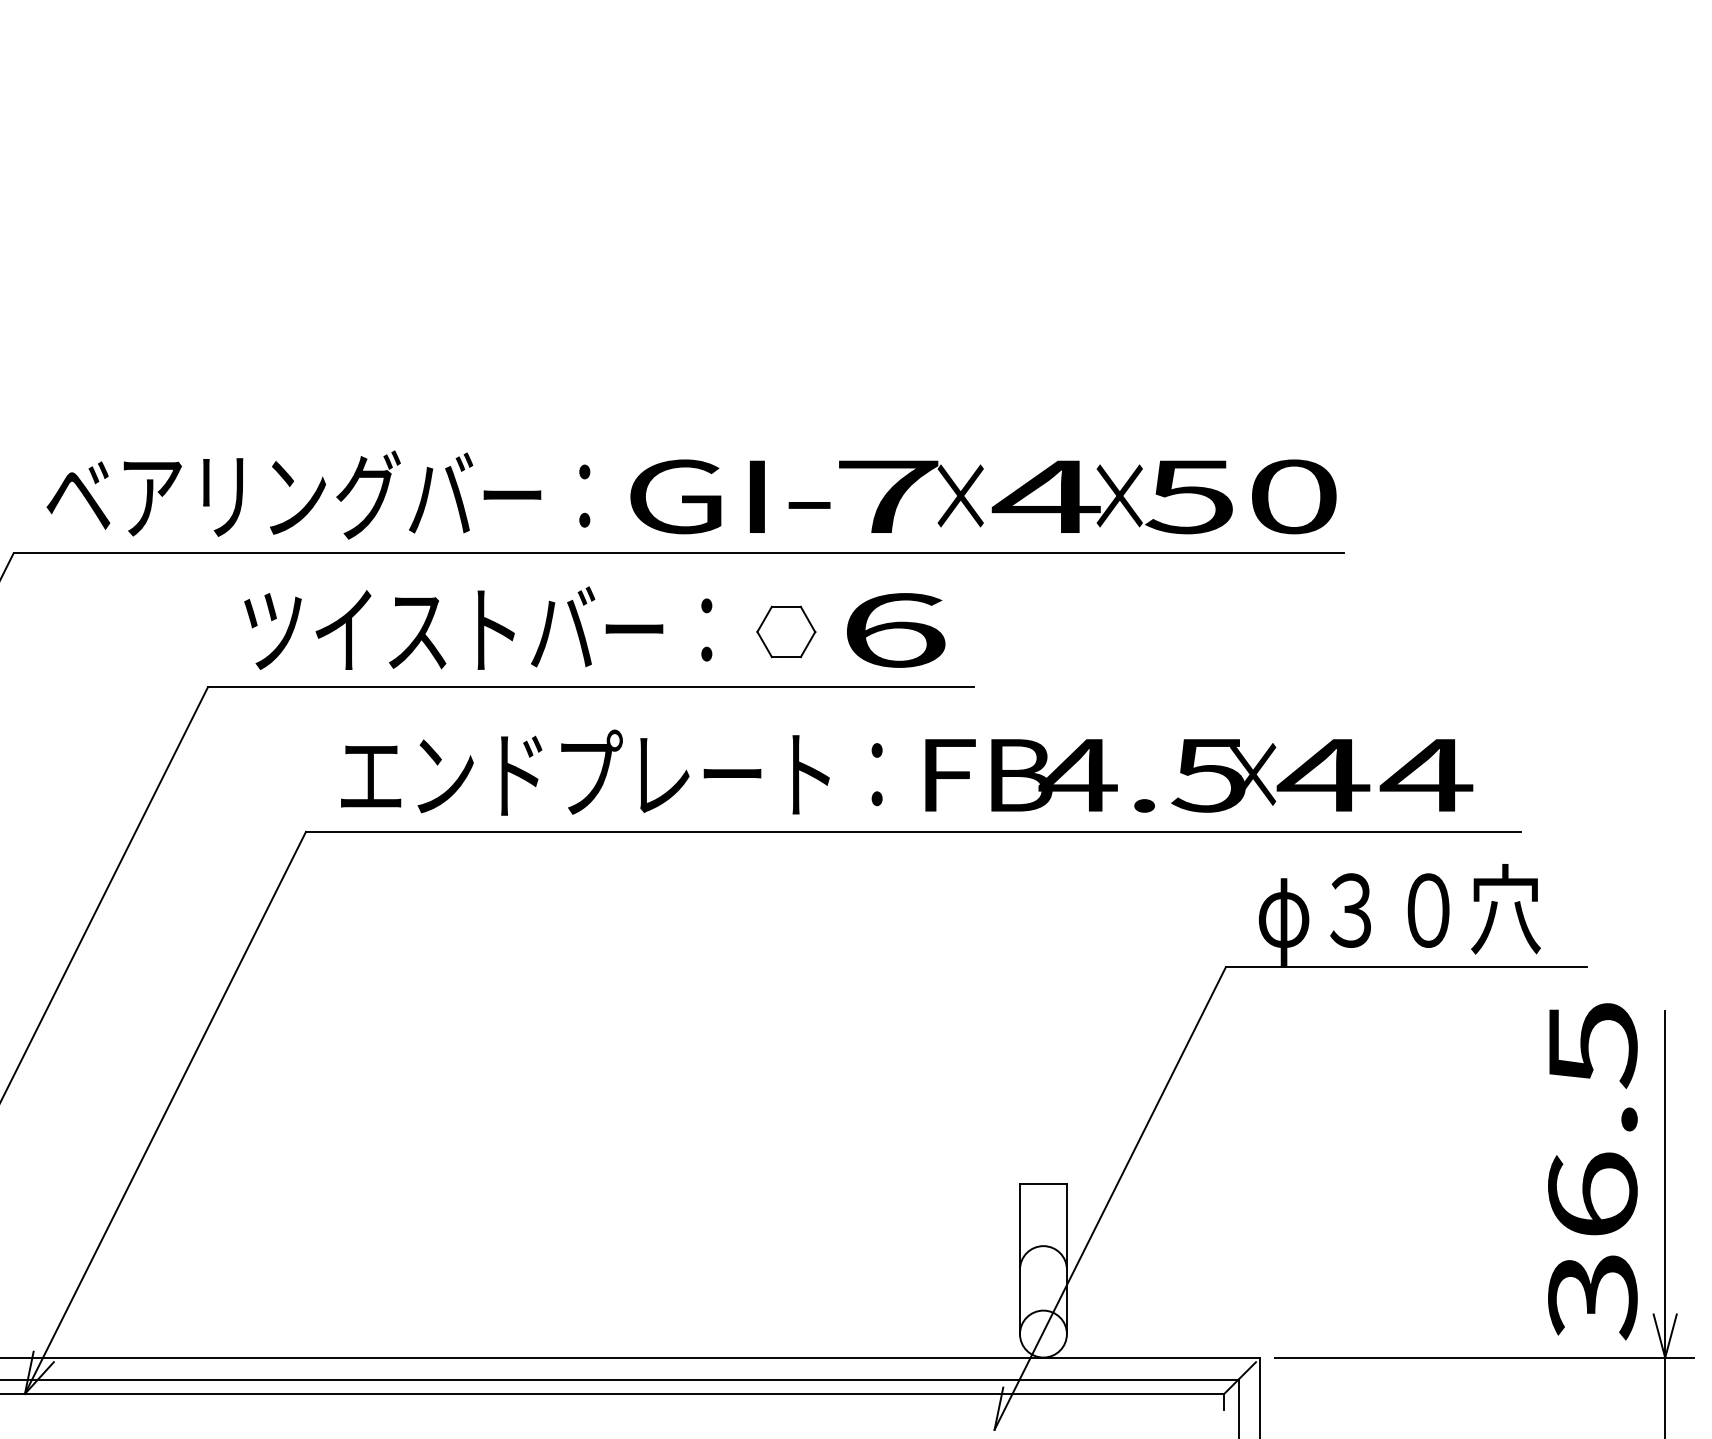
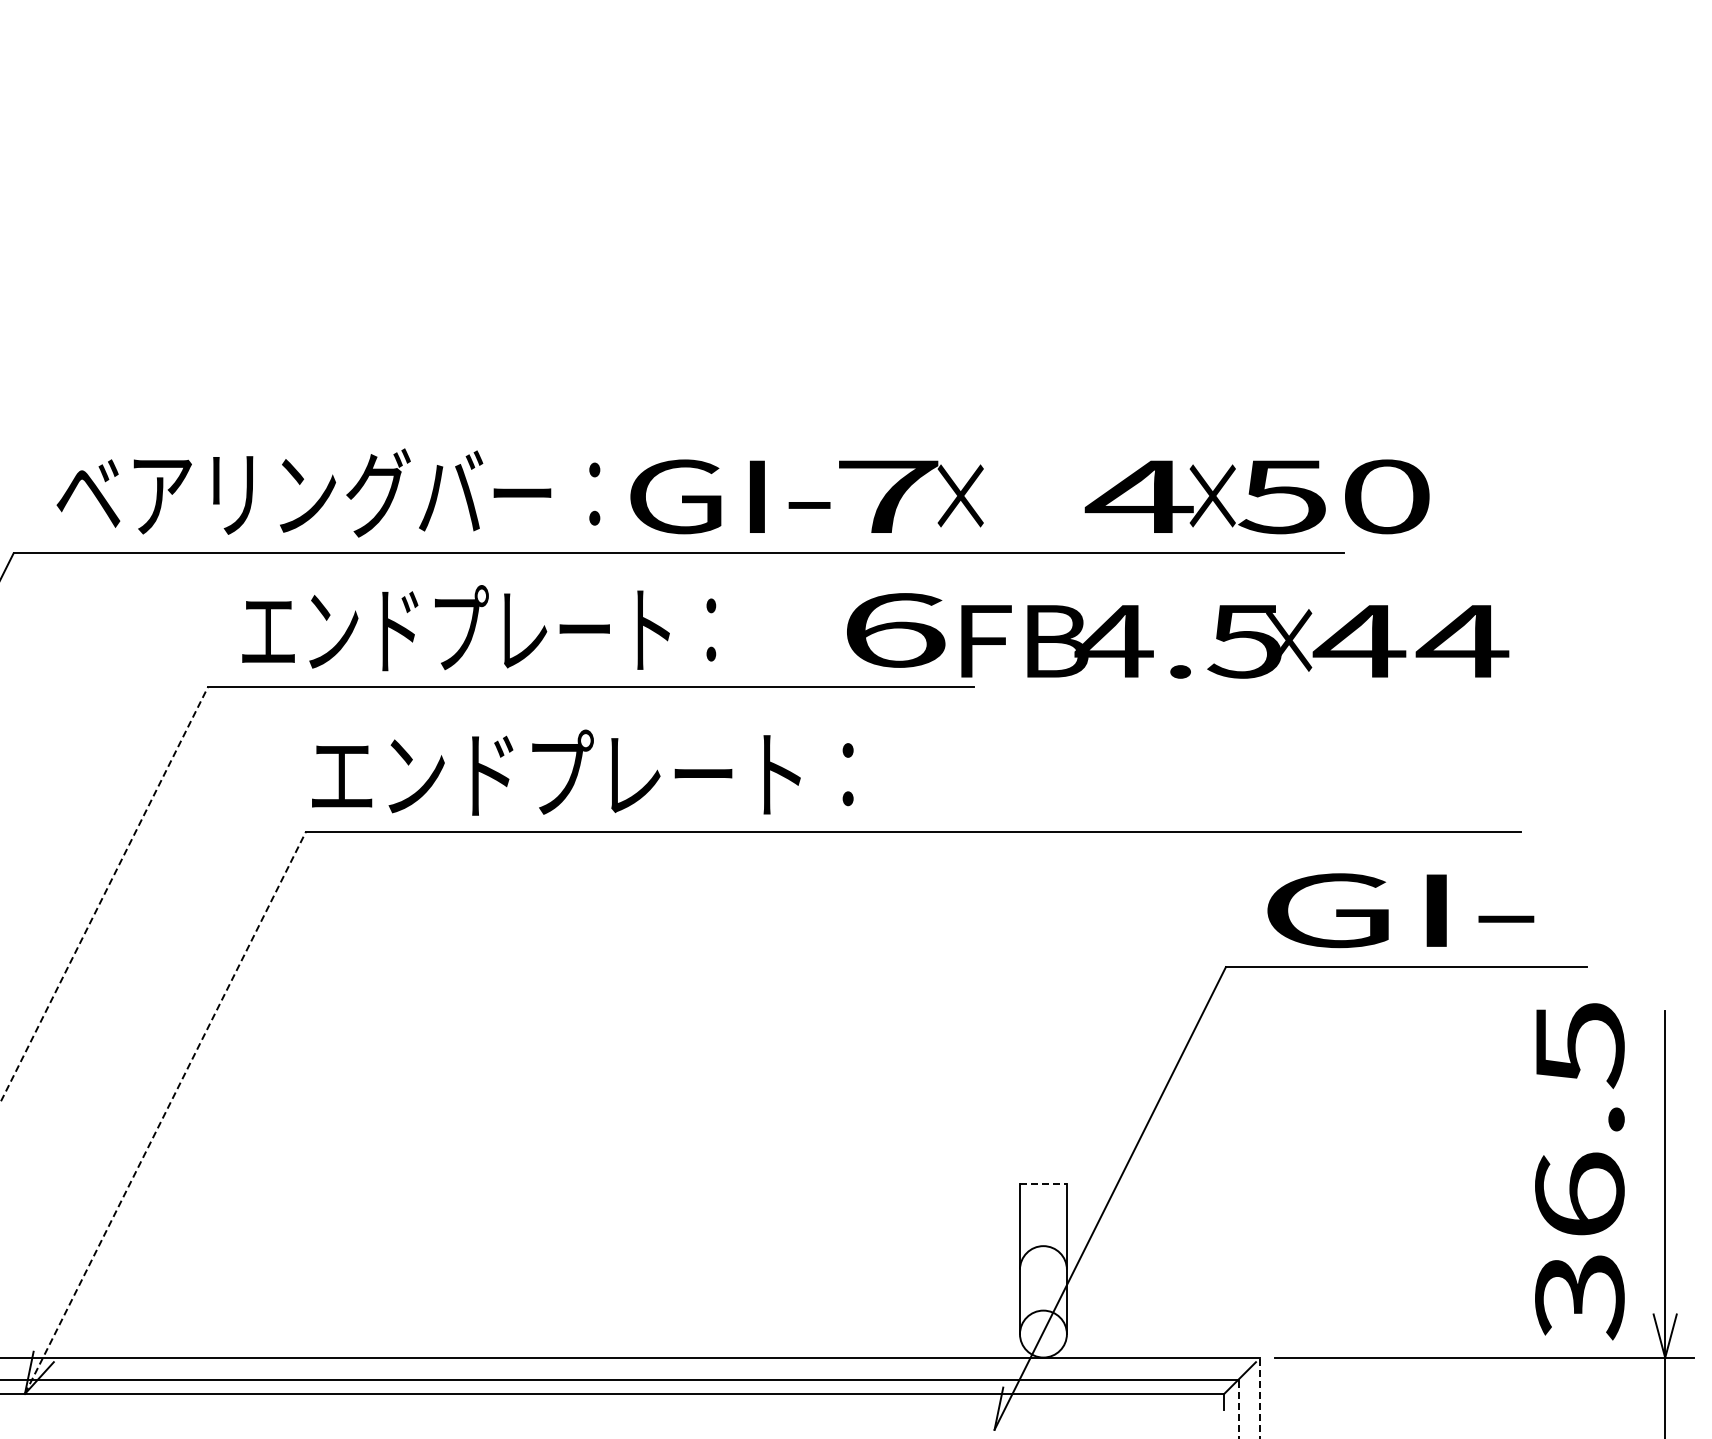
text at (318, 494) position: (318, 494) -> (328, 492)
text at (1163, 496) position: (1163, 496) -> (1256, 496)
text at (479, 628): ツイストバー： -> エンドプレート：
part at (786, 631): present -> none
text at (611, 772) position: (611, 772) -> (582, 772)
text at (1199, 775) position: (1199, 775) -> (1235, 641)
line at (104, 894): solid -> dashed
text at (1399, 914): φ３０穴 -> GI-
line at (165, 1112): solid -> dashed
text at (1592, 1171) position: (1592, 1171) -> (1579, 1171)
line at (1043, 1183): solid -> dashed
line at (1260, 1397): solid -> dashed
line at (1238, 1408): solid -> dashed
